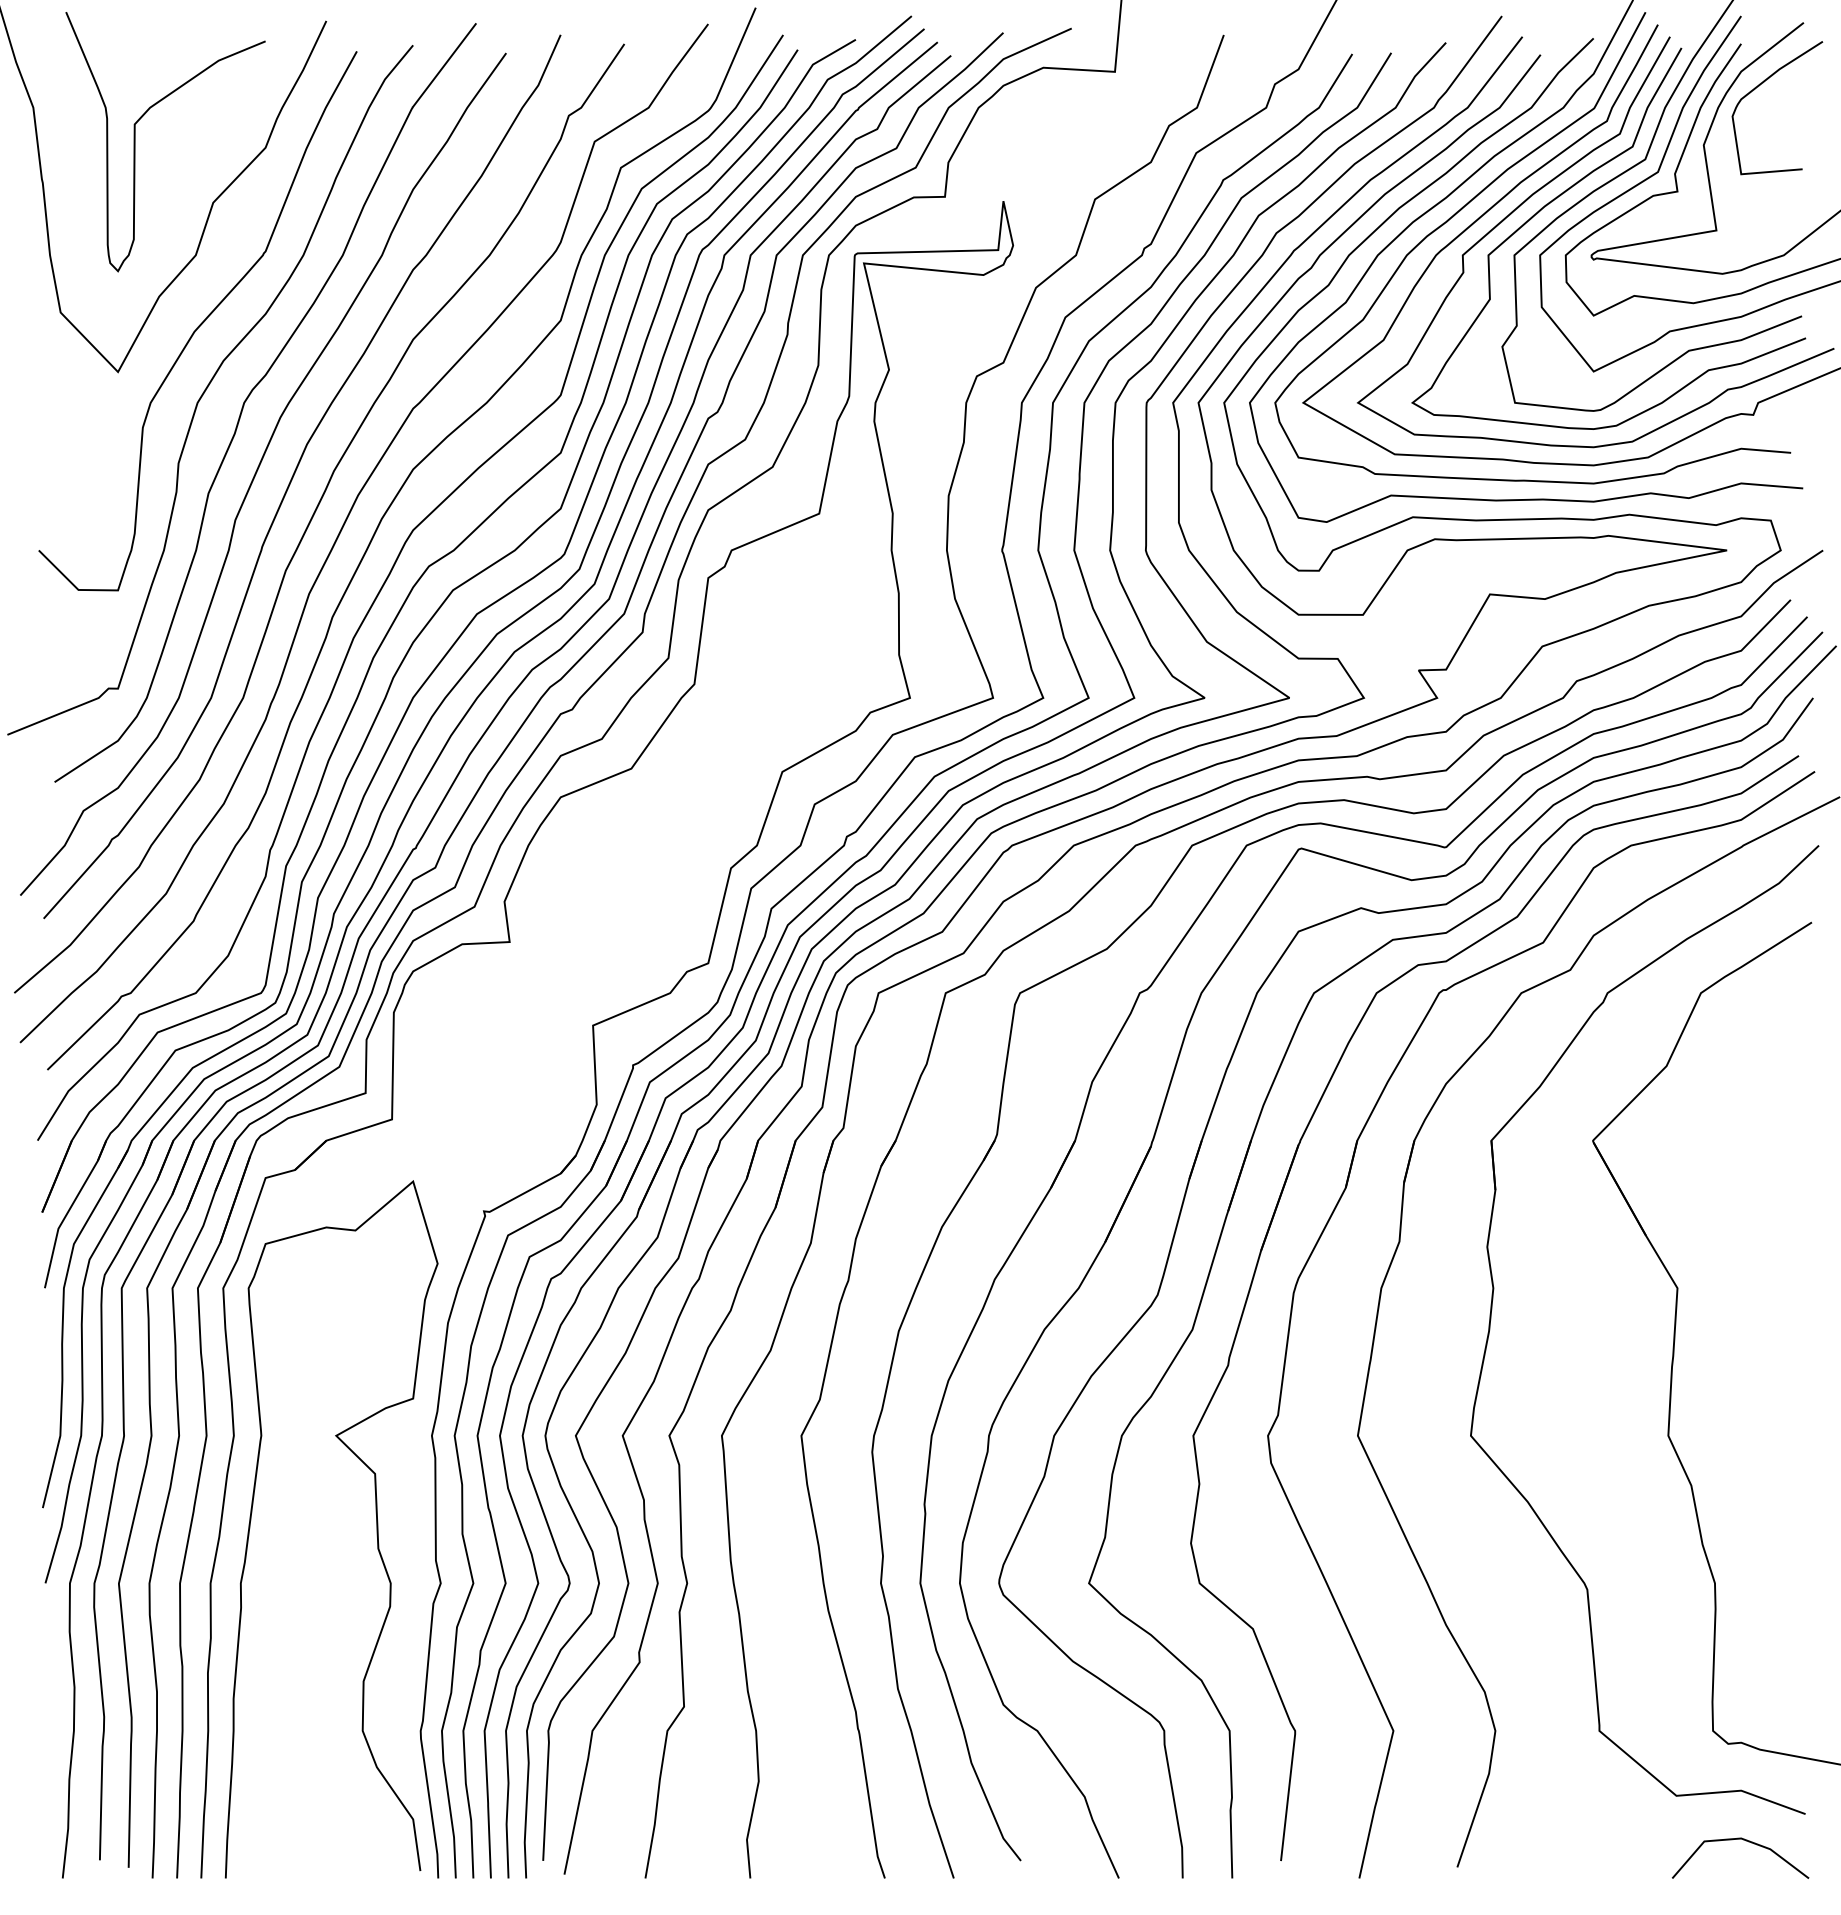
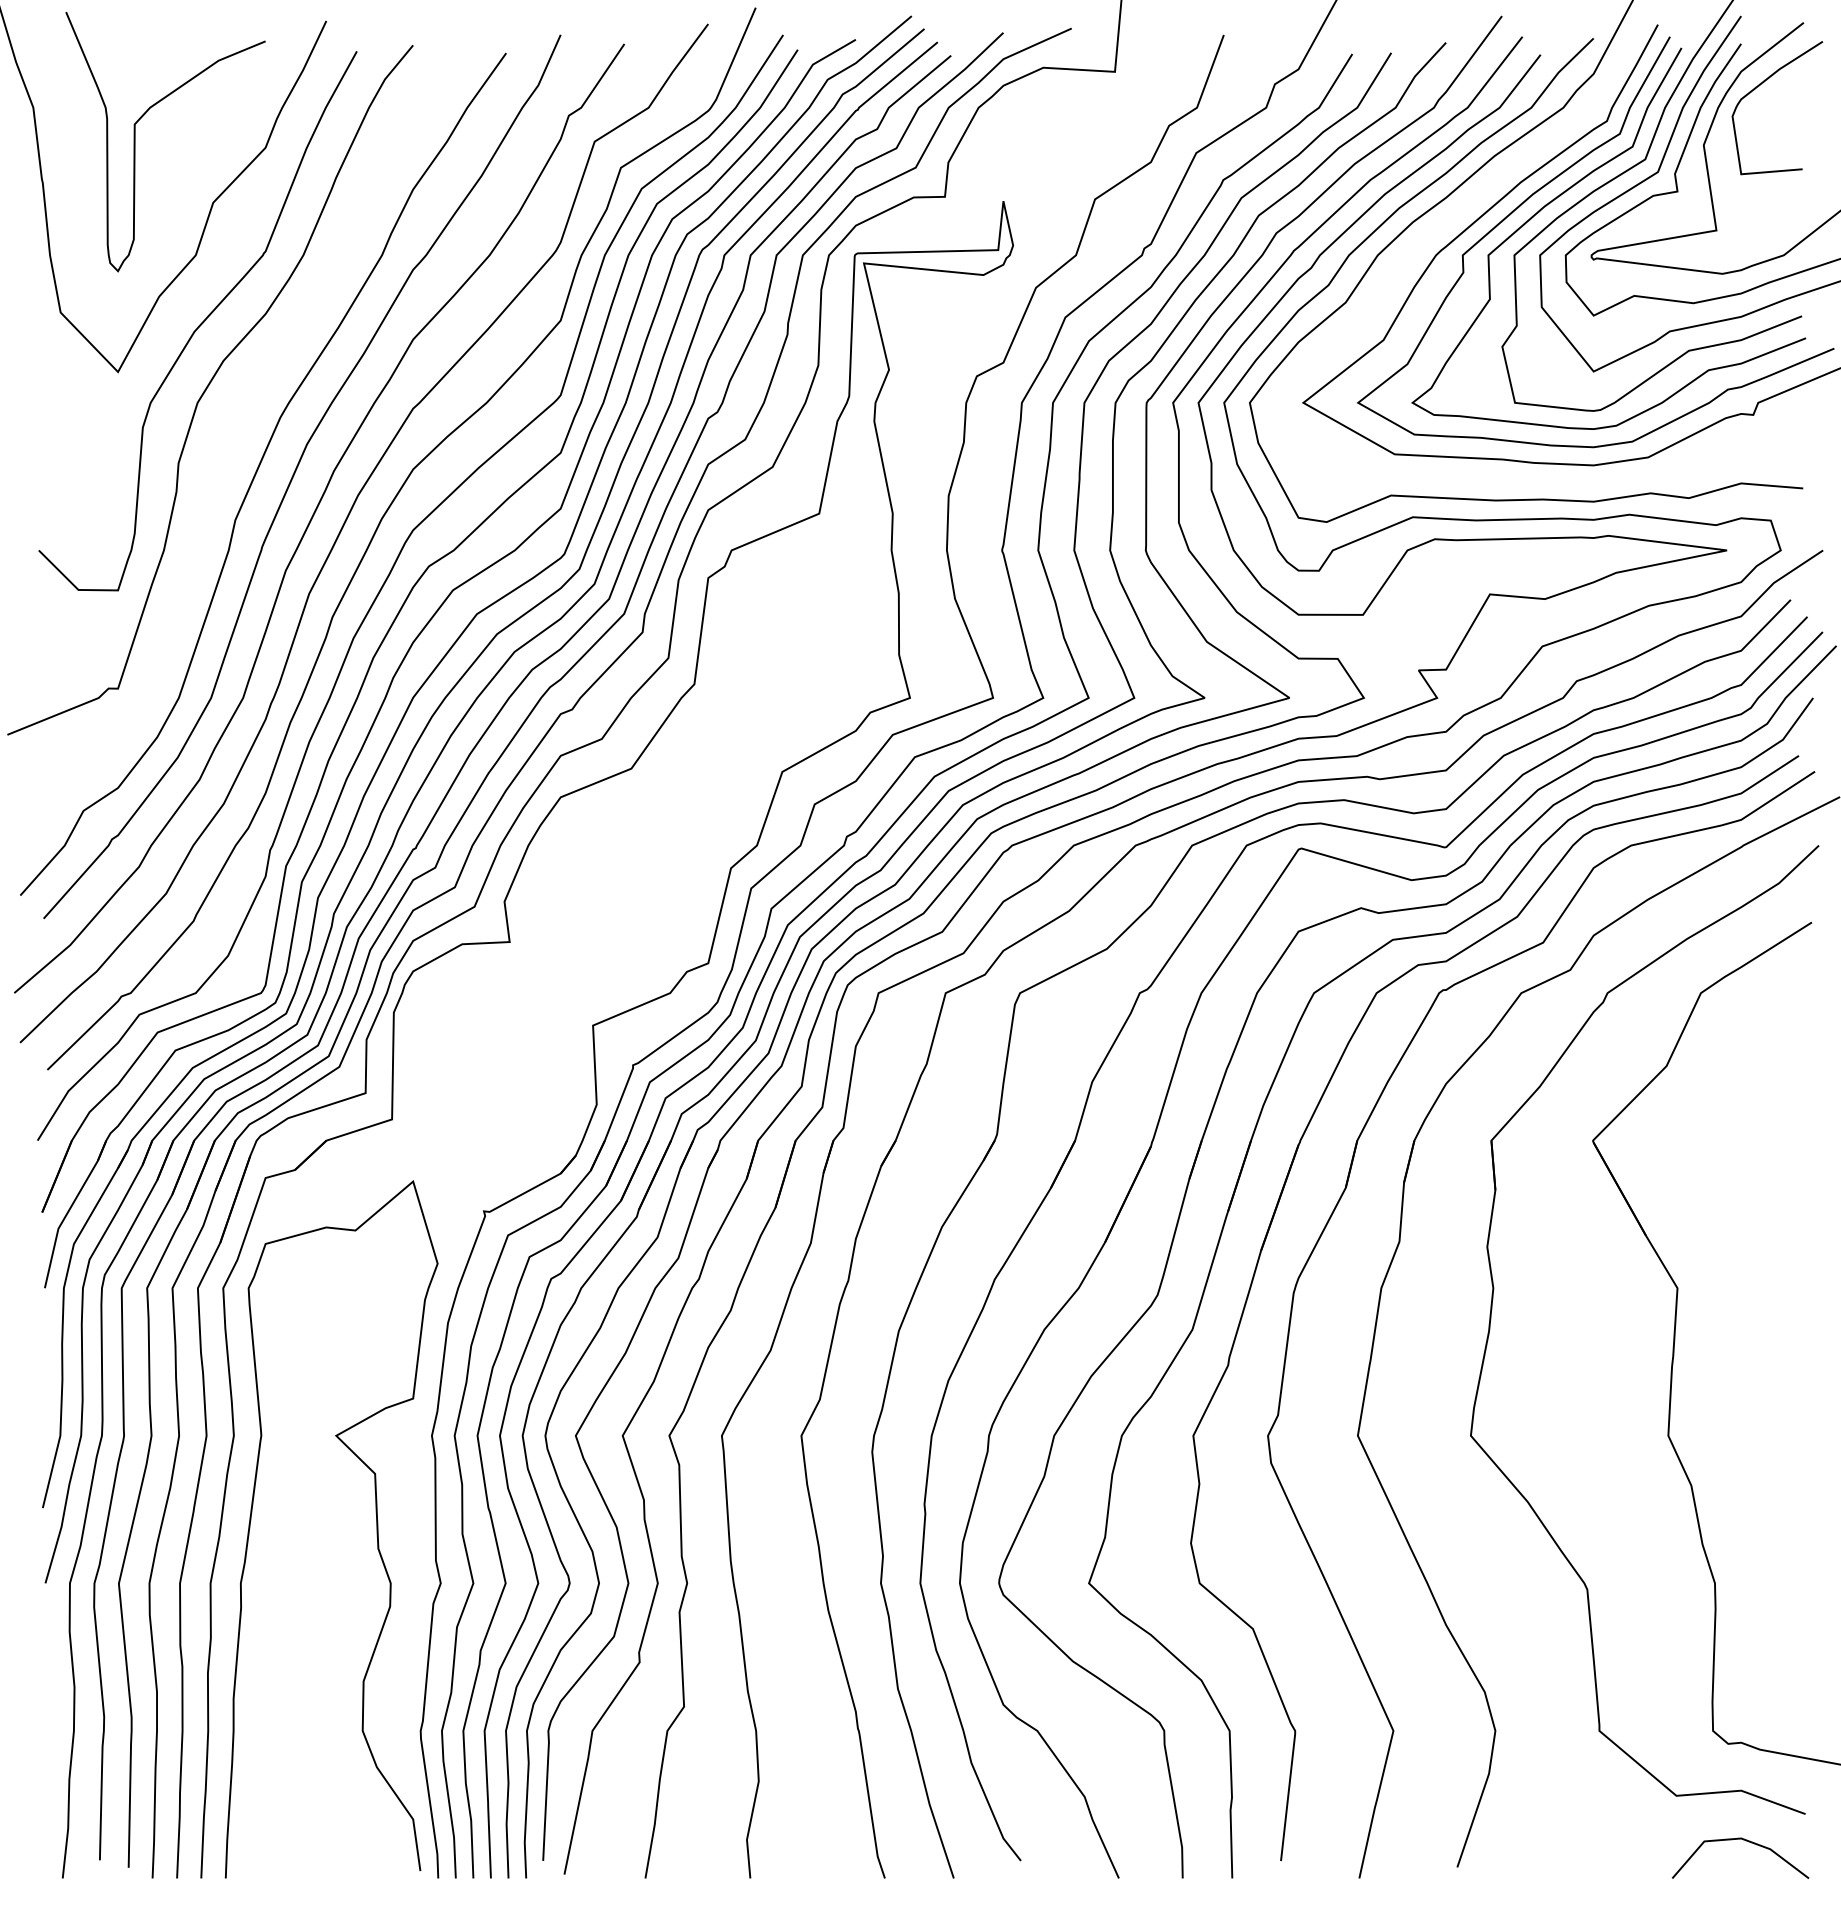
curve at (1481, 193): present -> none
curve at (250, 395): present -> none
